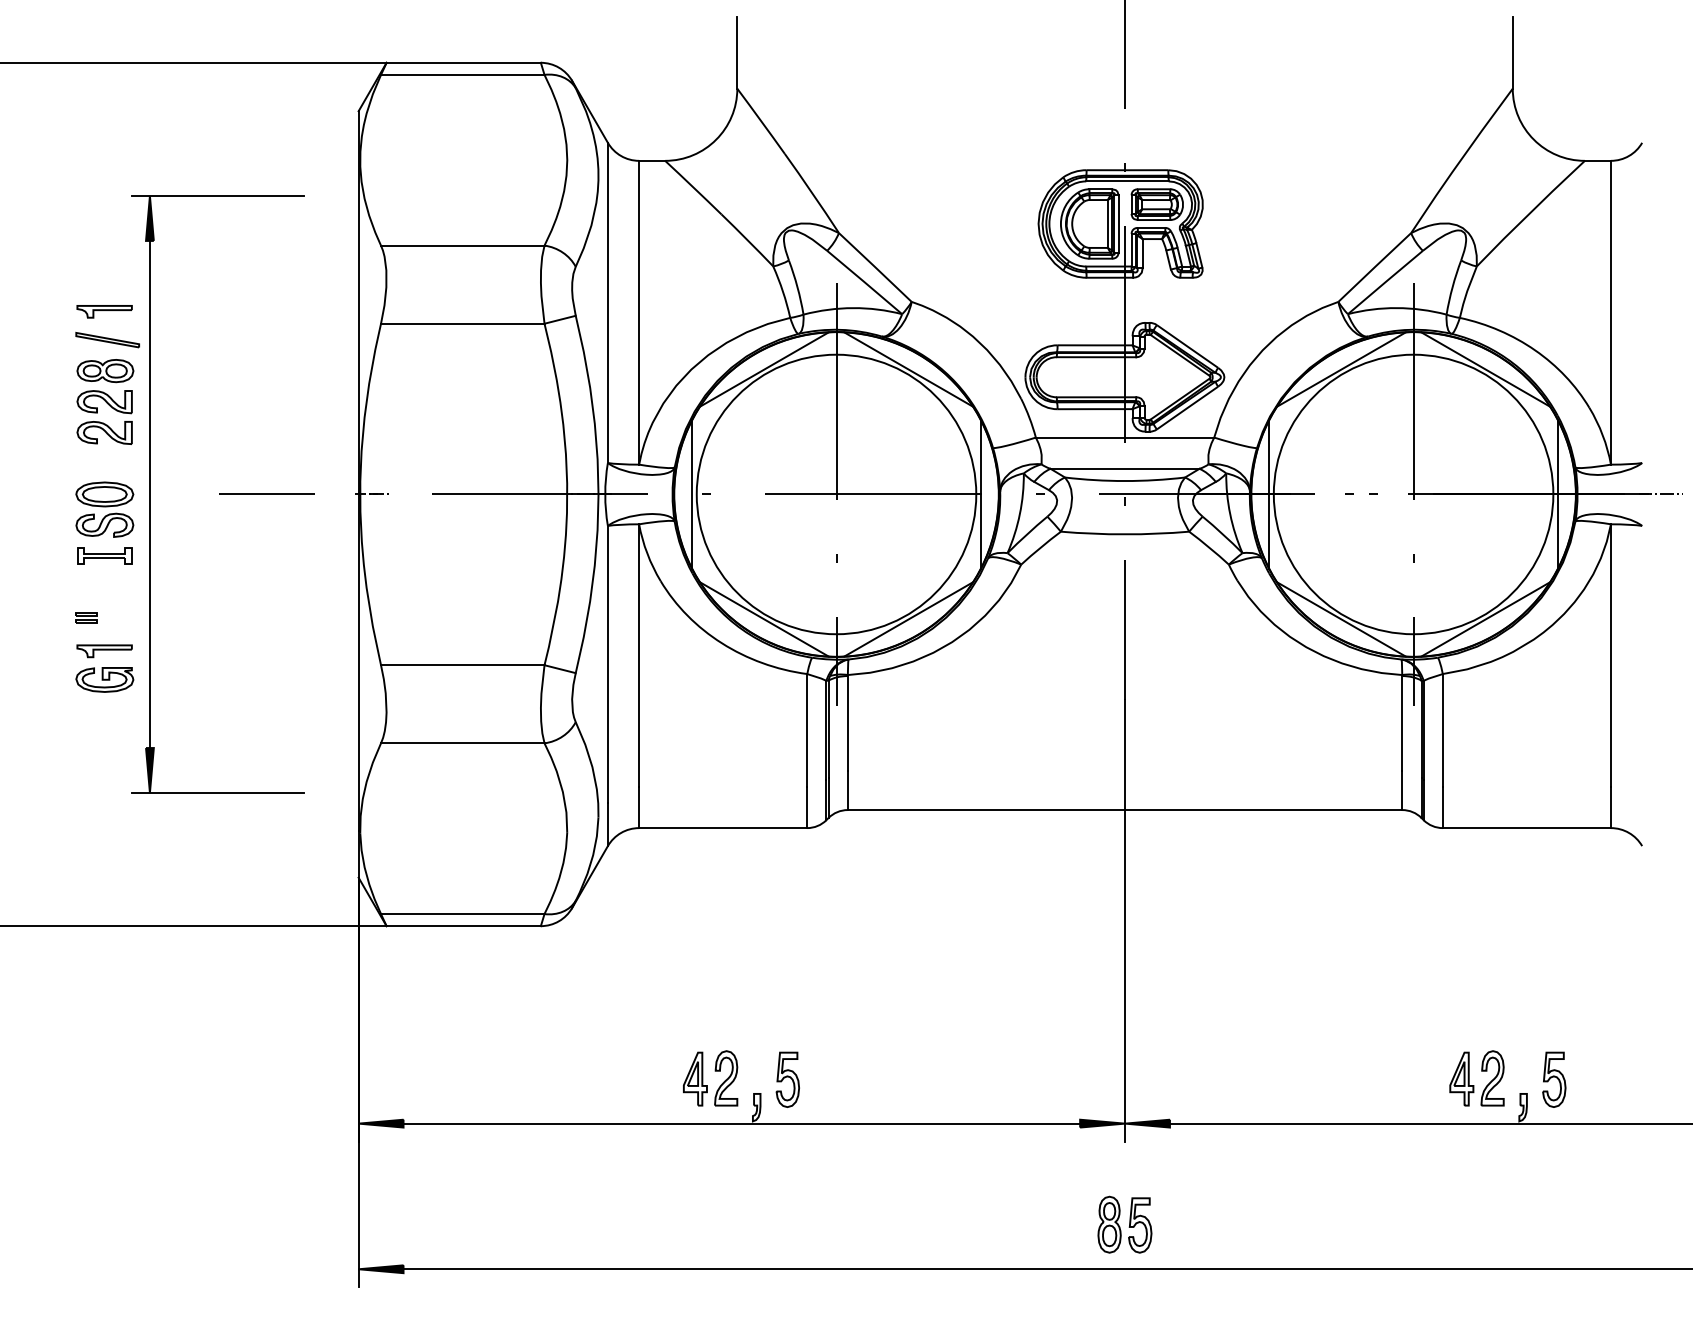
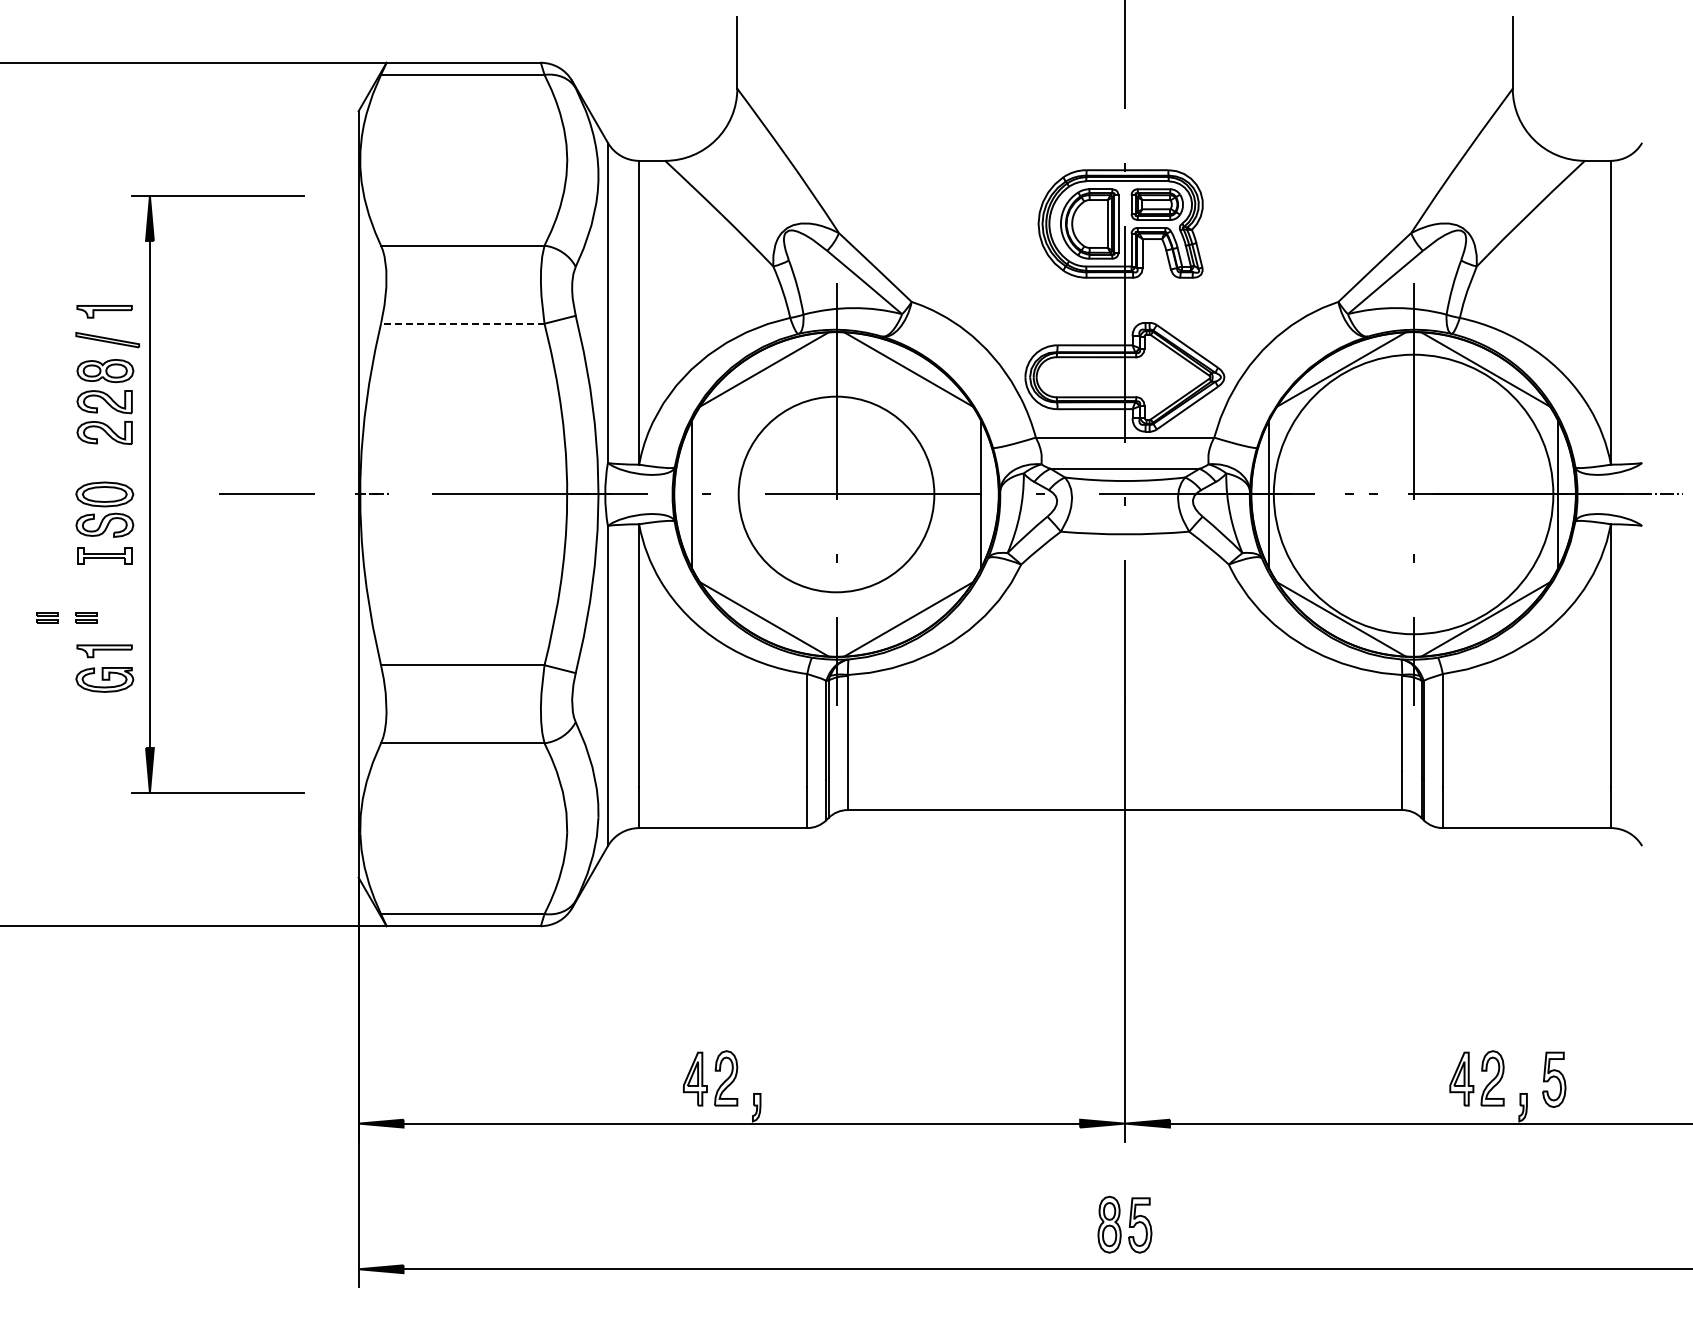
line at (462, 323): solid -> dashed
circle at (836, 494) diameter: 280 px -> 196 px
part at (47, 617): none -> present
part at (787, 1079): present -> none
